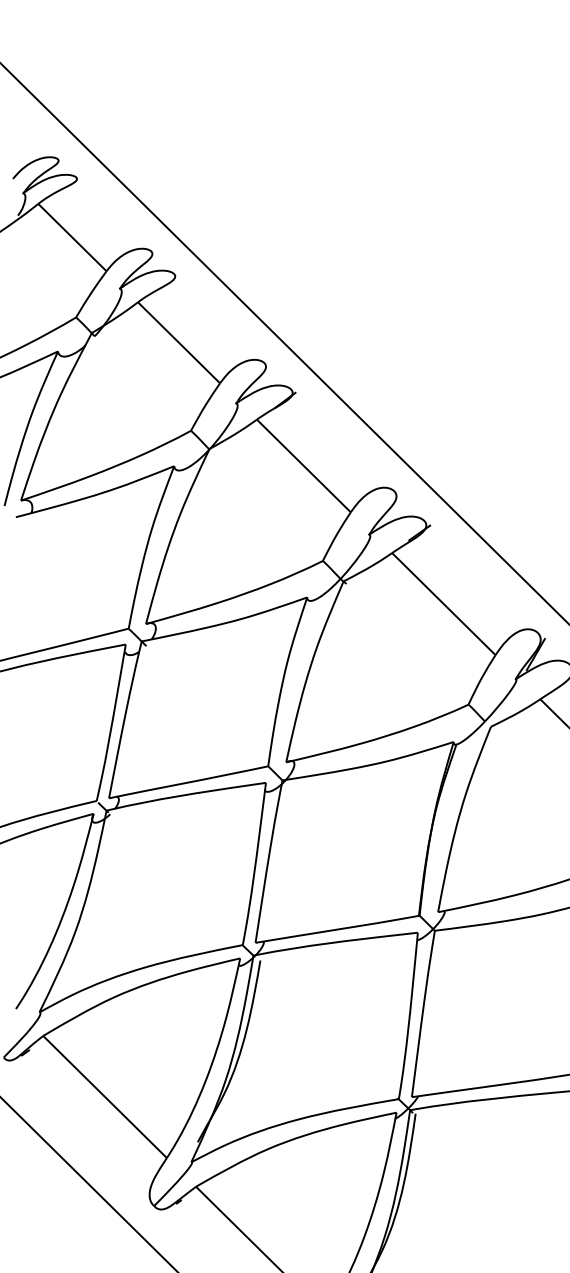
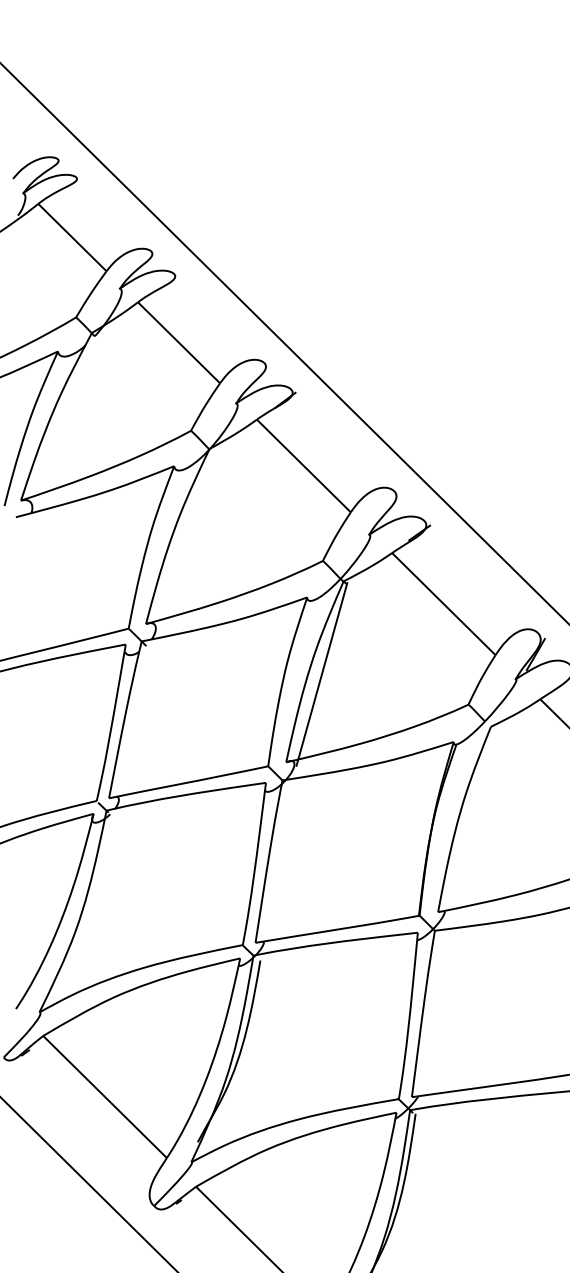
line at (321, 674): none -> present
